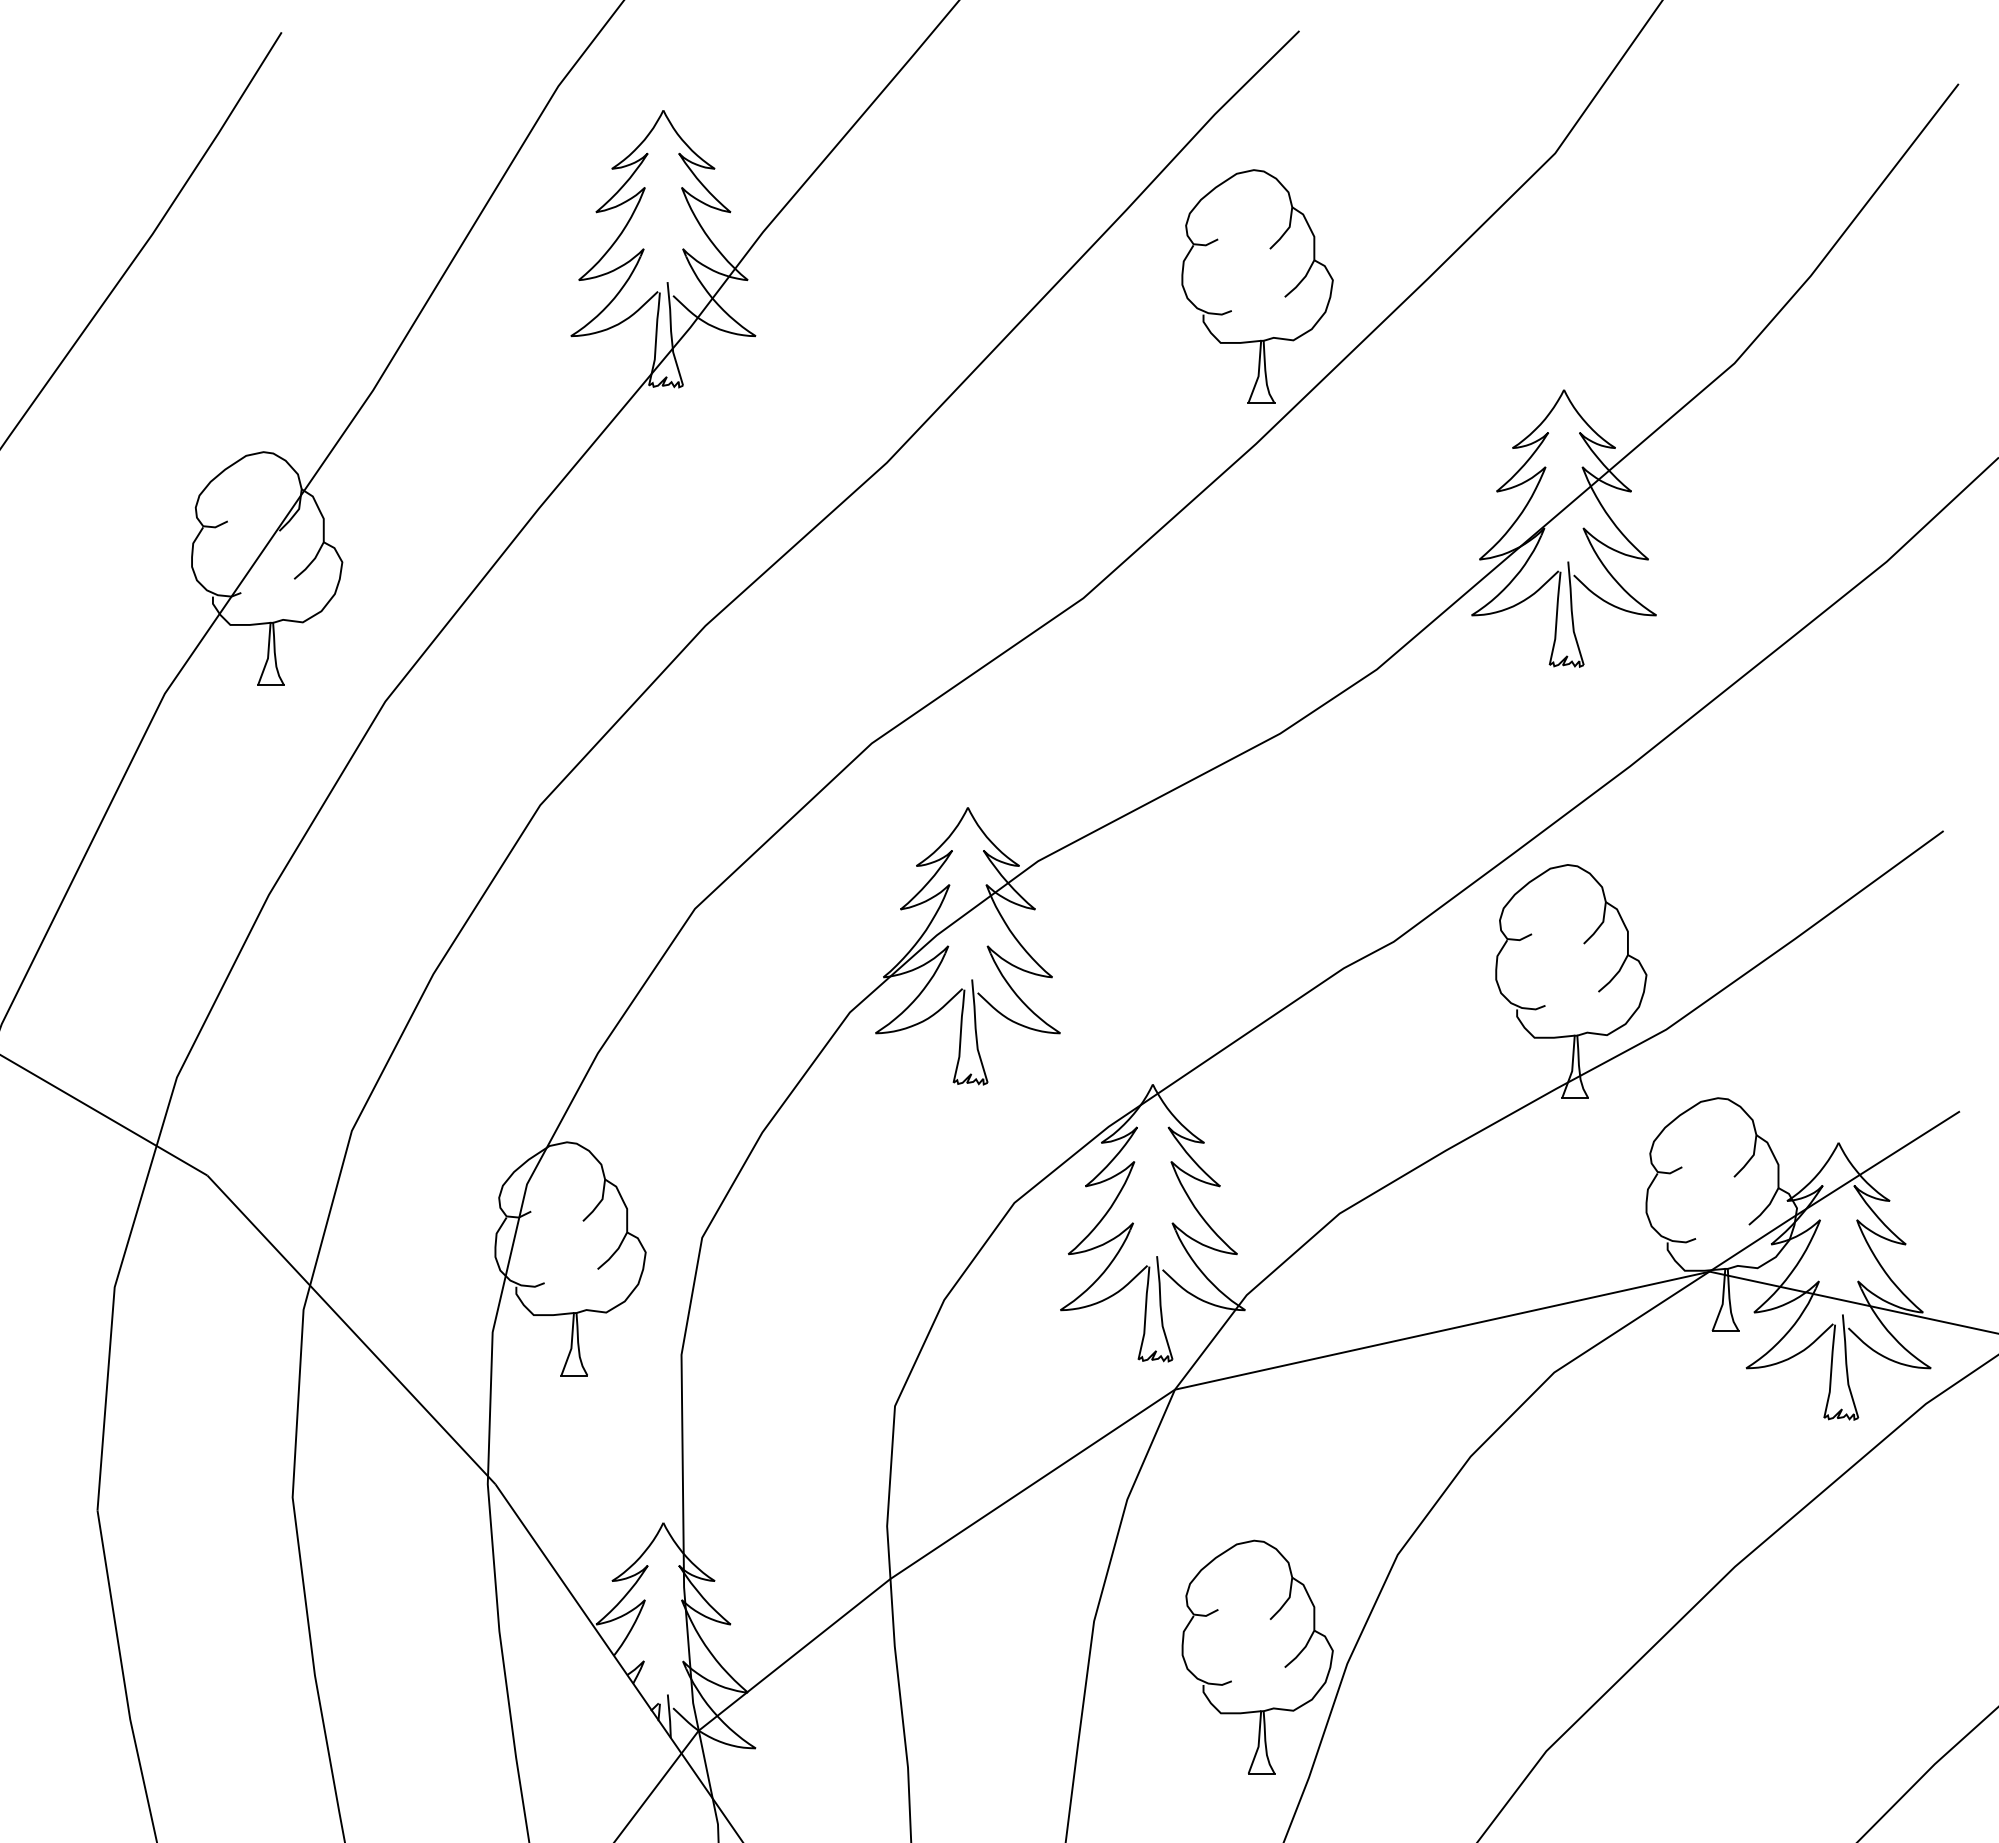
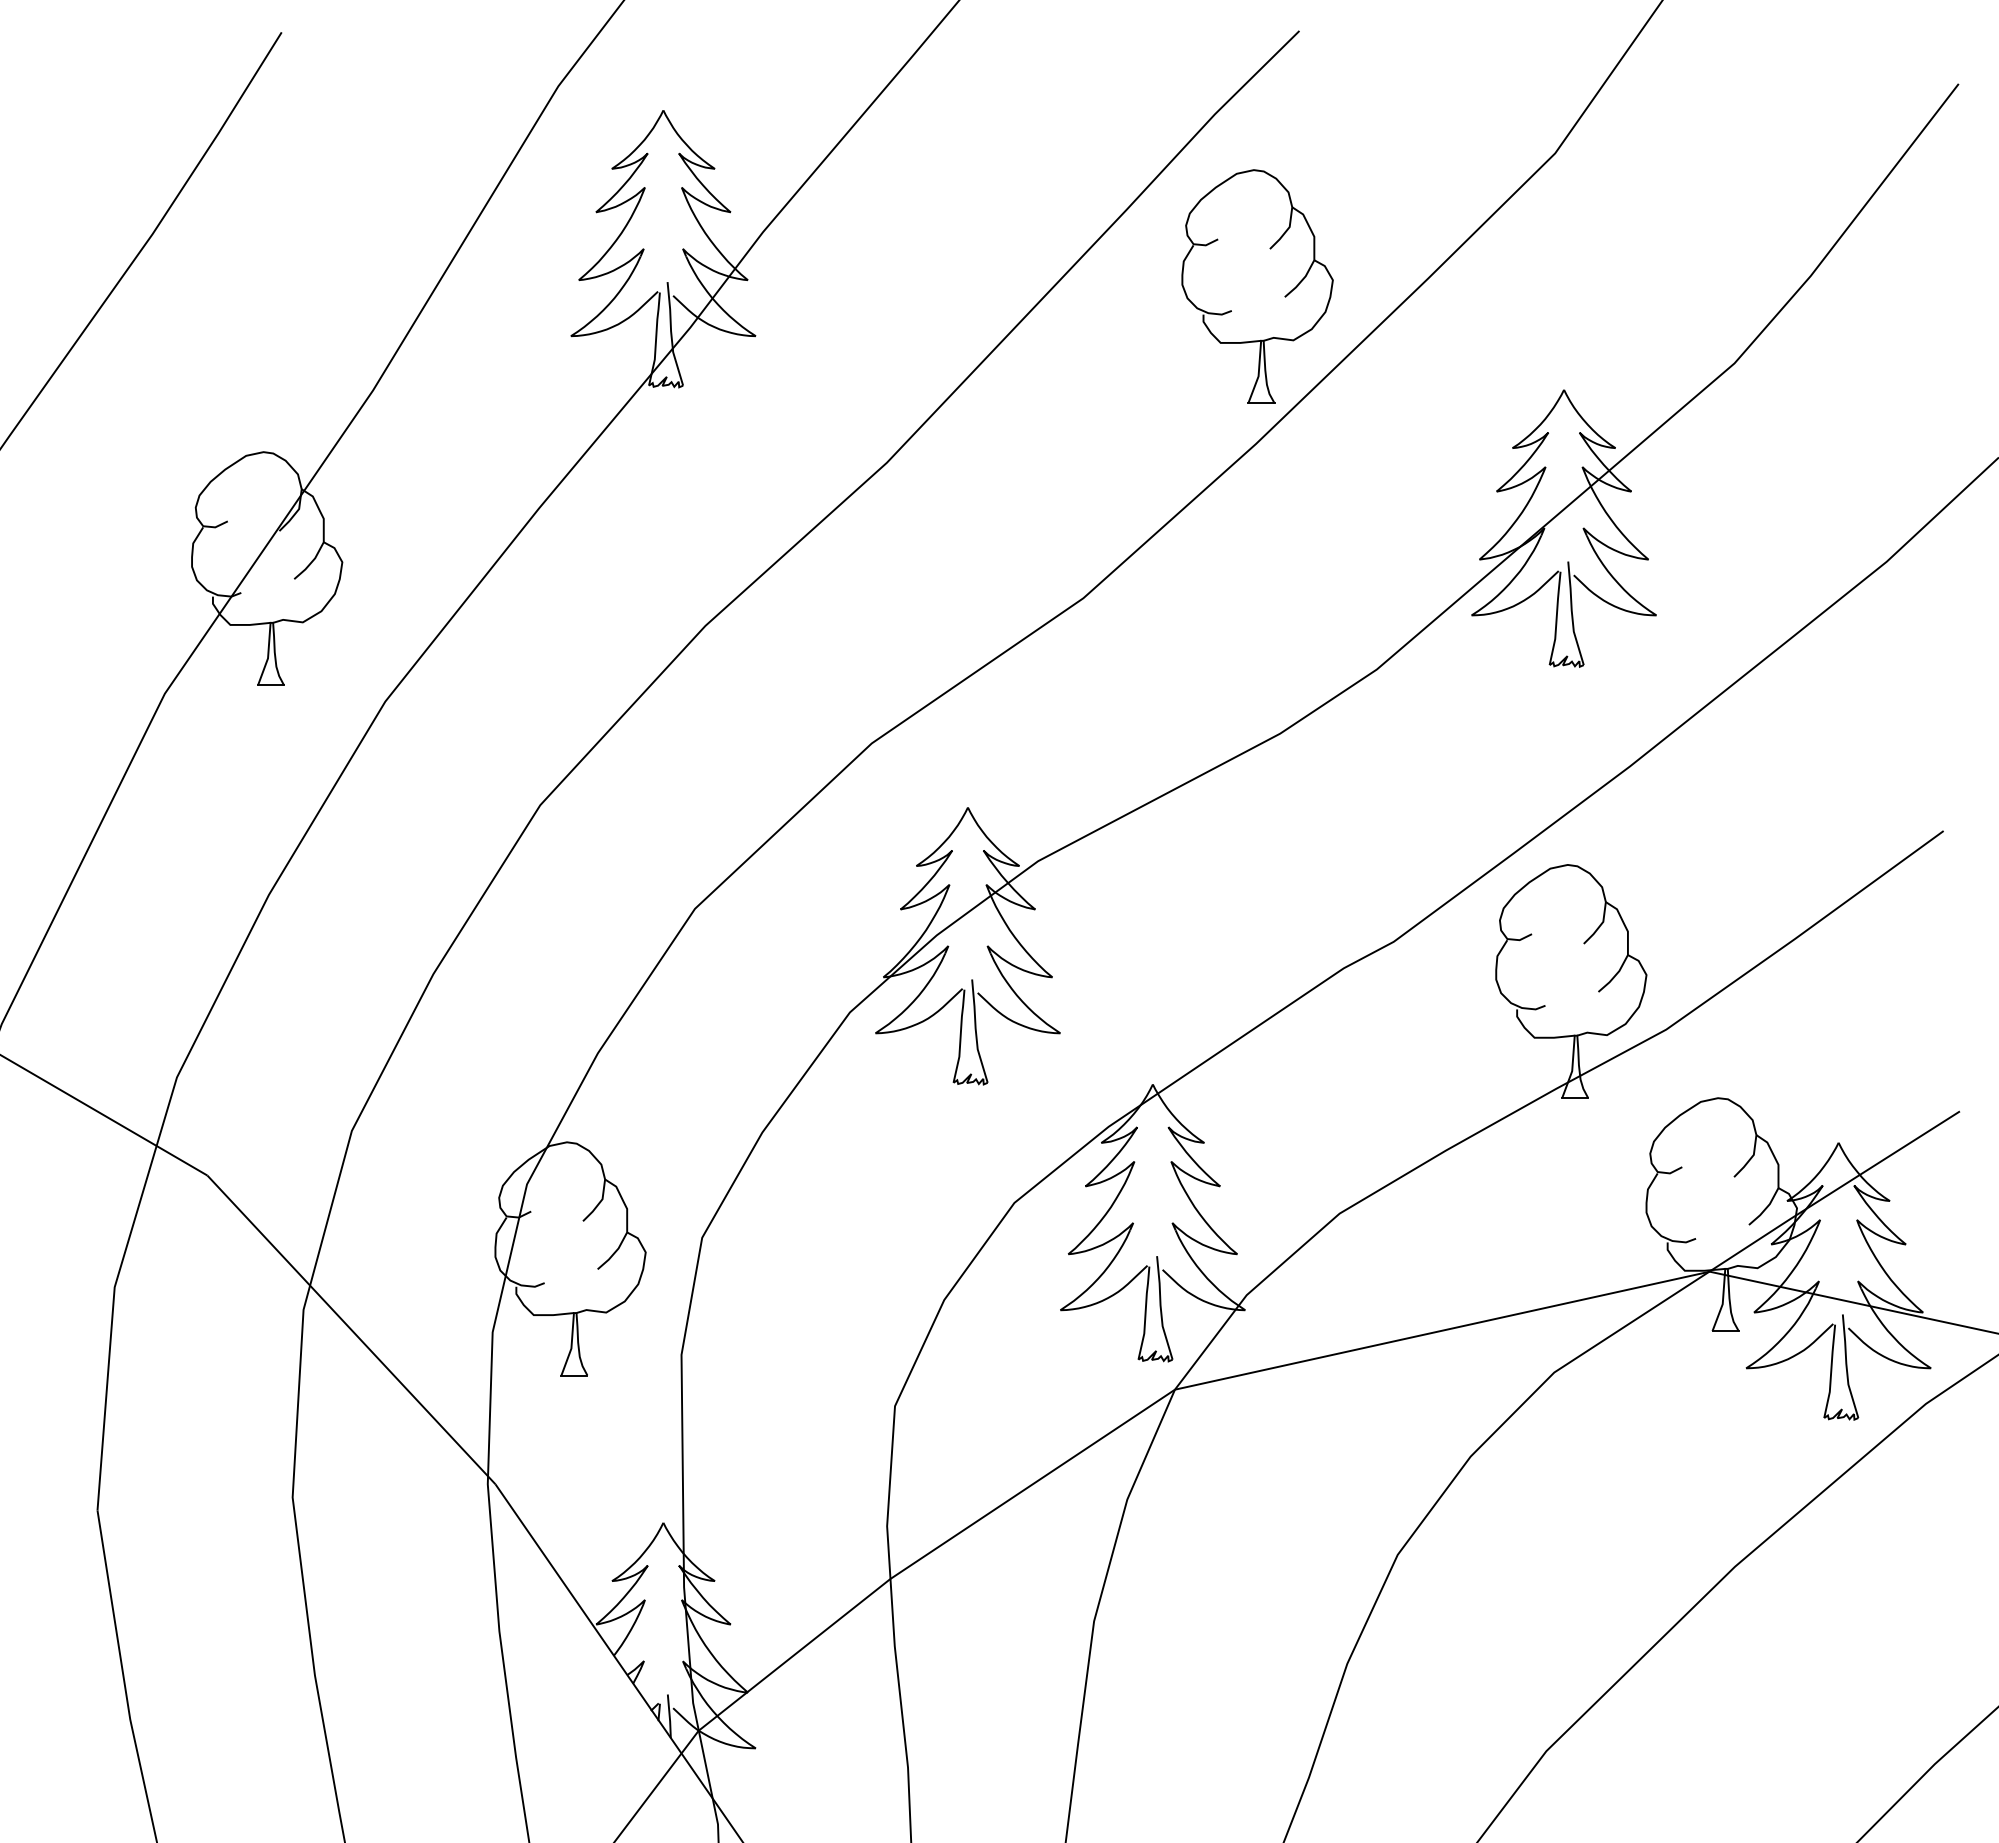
part at (1284, 1666): present -> none
